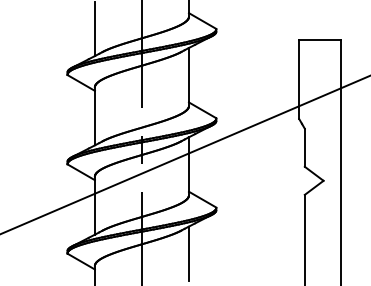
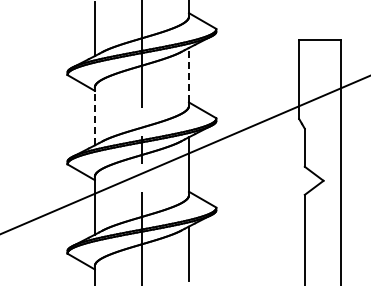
line at (188, 74): solid -> dashed
line at (94, 117): solid -> dashed
